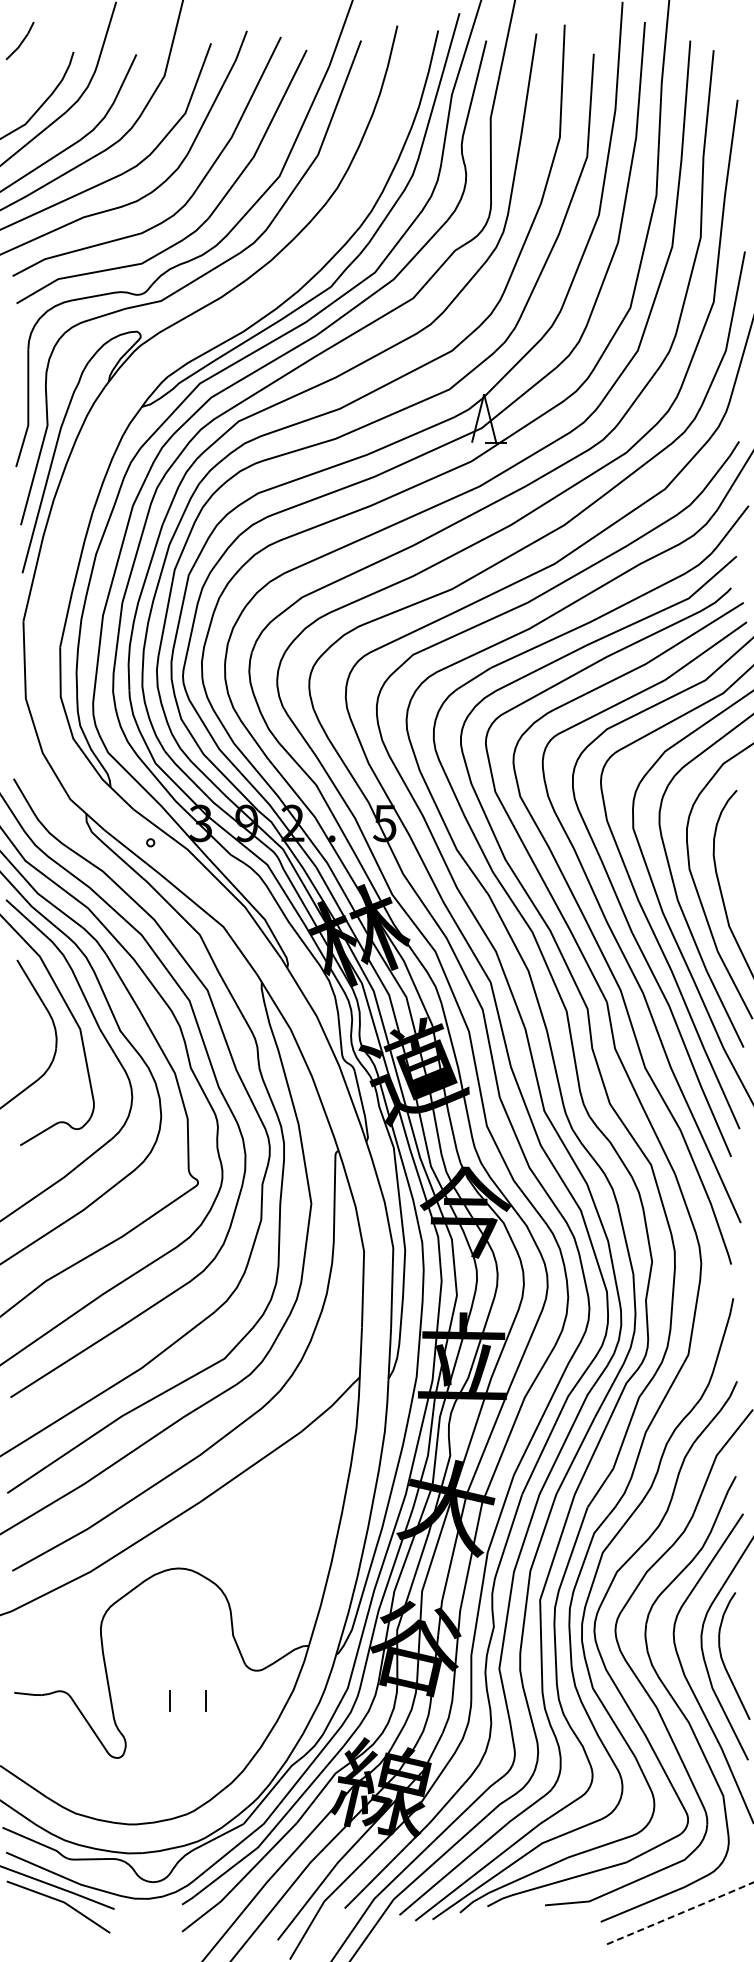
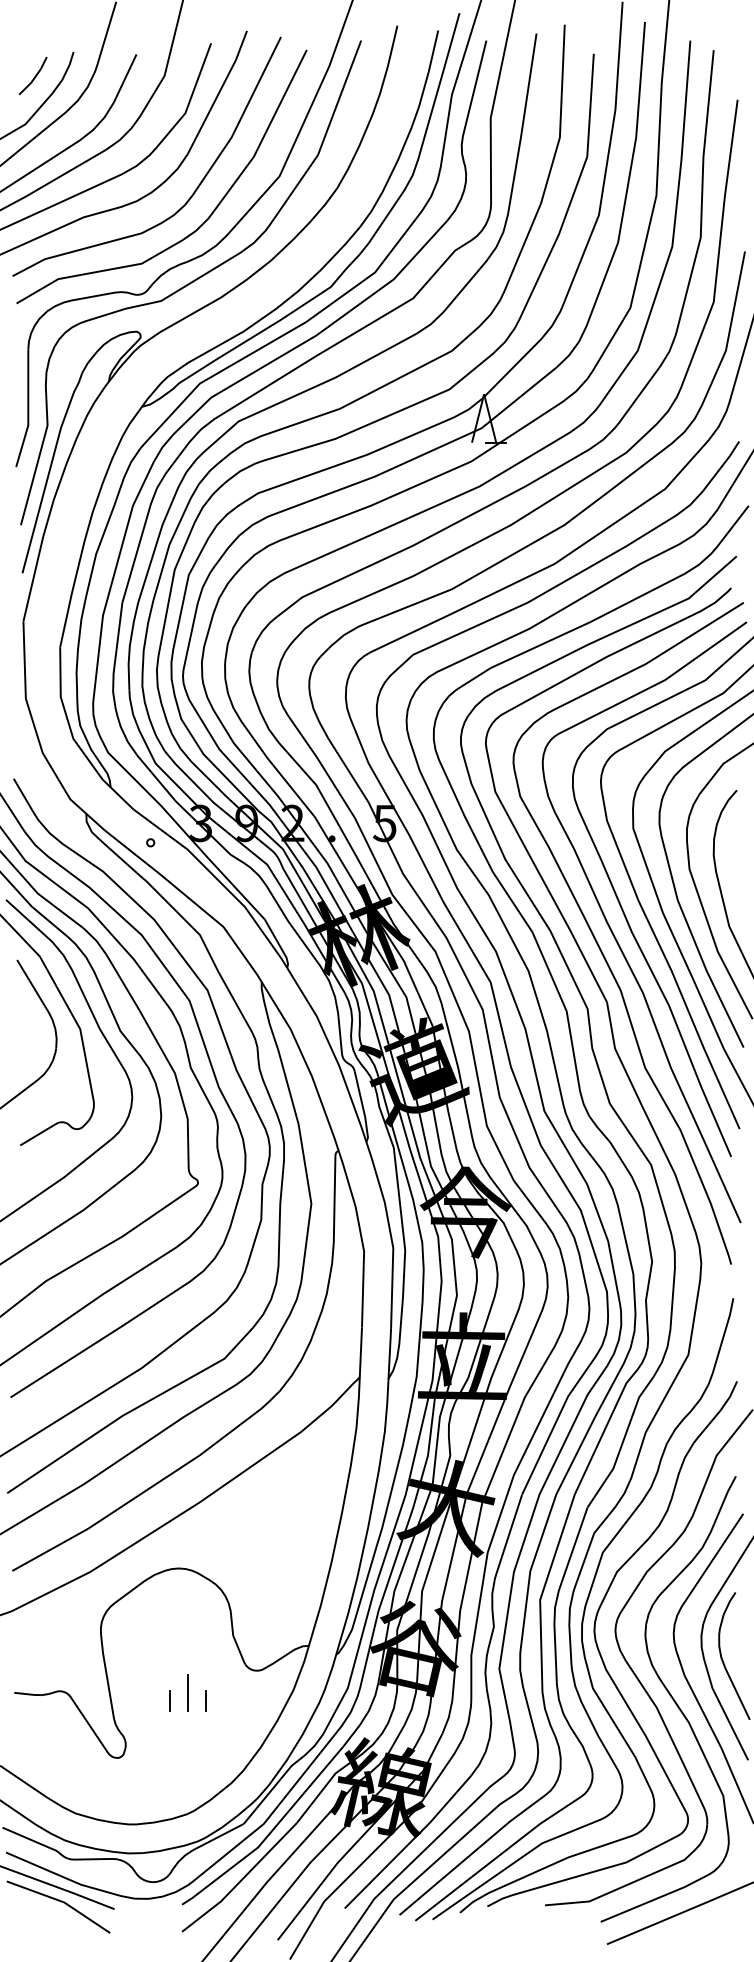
part at (19, 40) position: (19, 40) -> (32, 75)
line at (188, 1692): none -> present
line at (681, 1913): dashed -> solid
